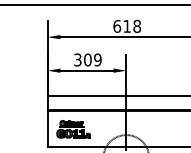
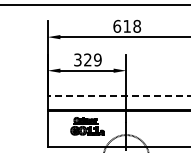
text at (87, 59): 309 -> 329
line at (118, 95): solid -> dashed
part at (73, 129) position: (73, 129) -> (87, 126)
